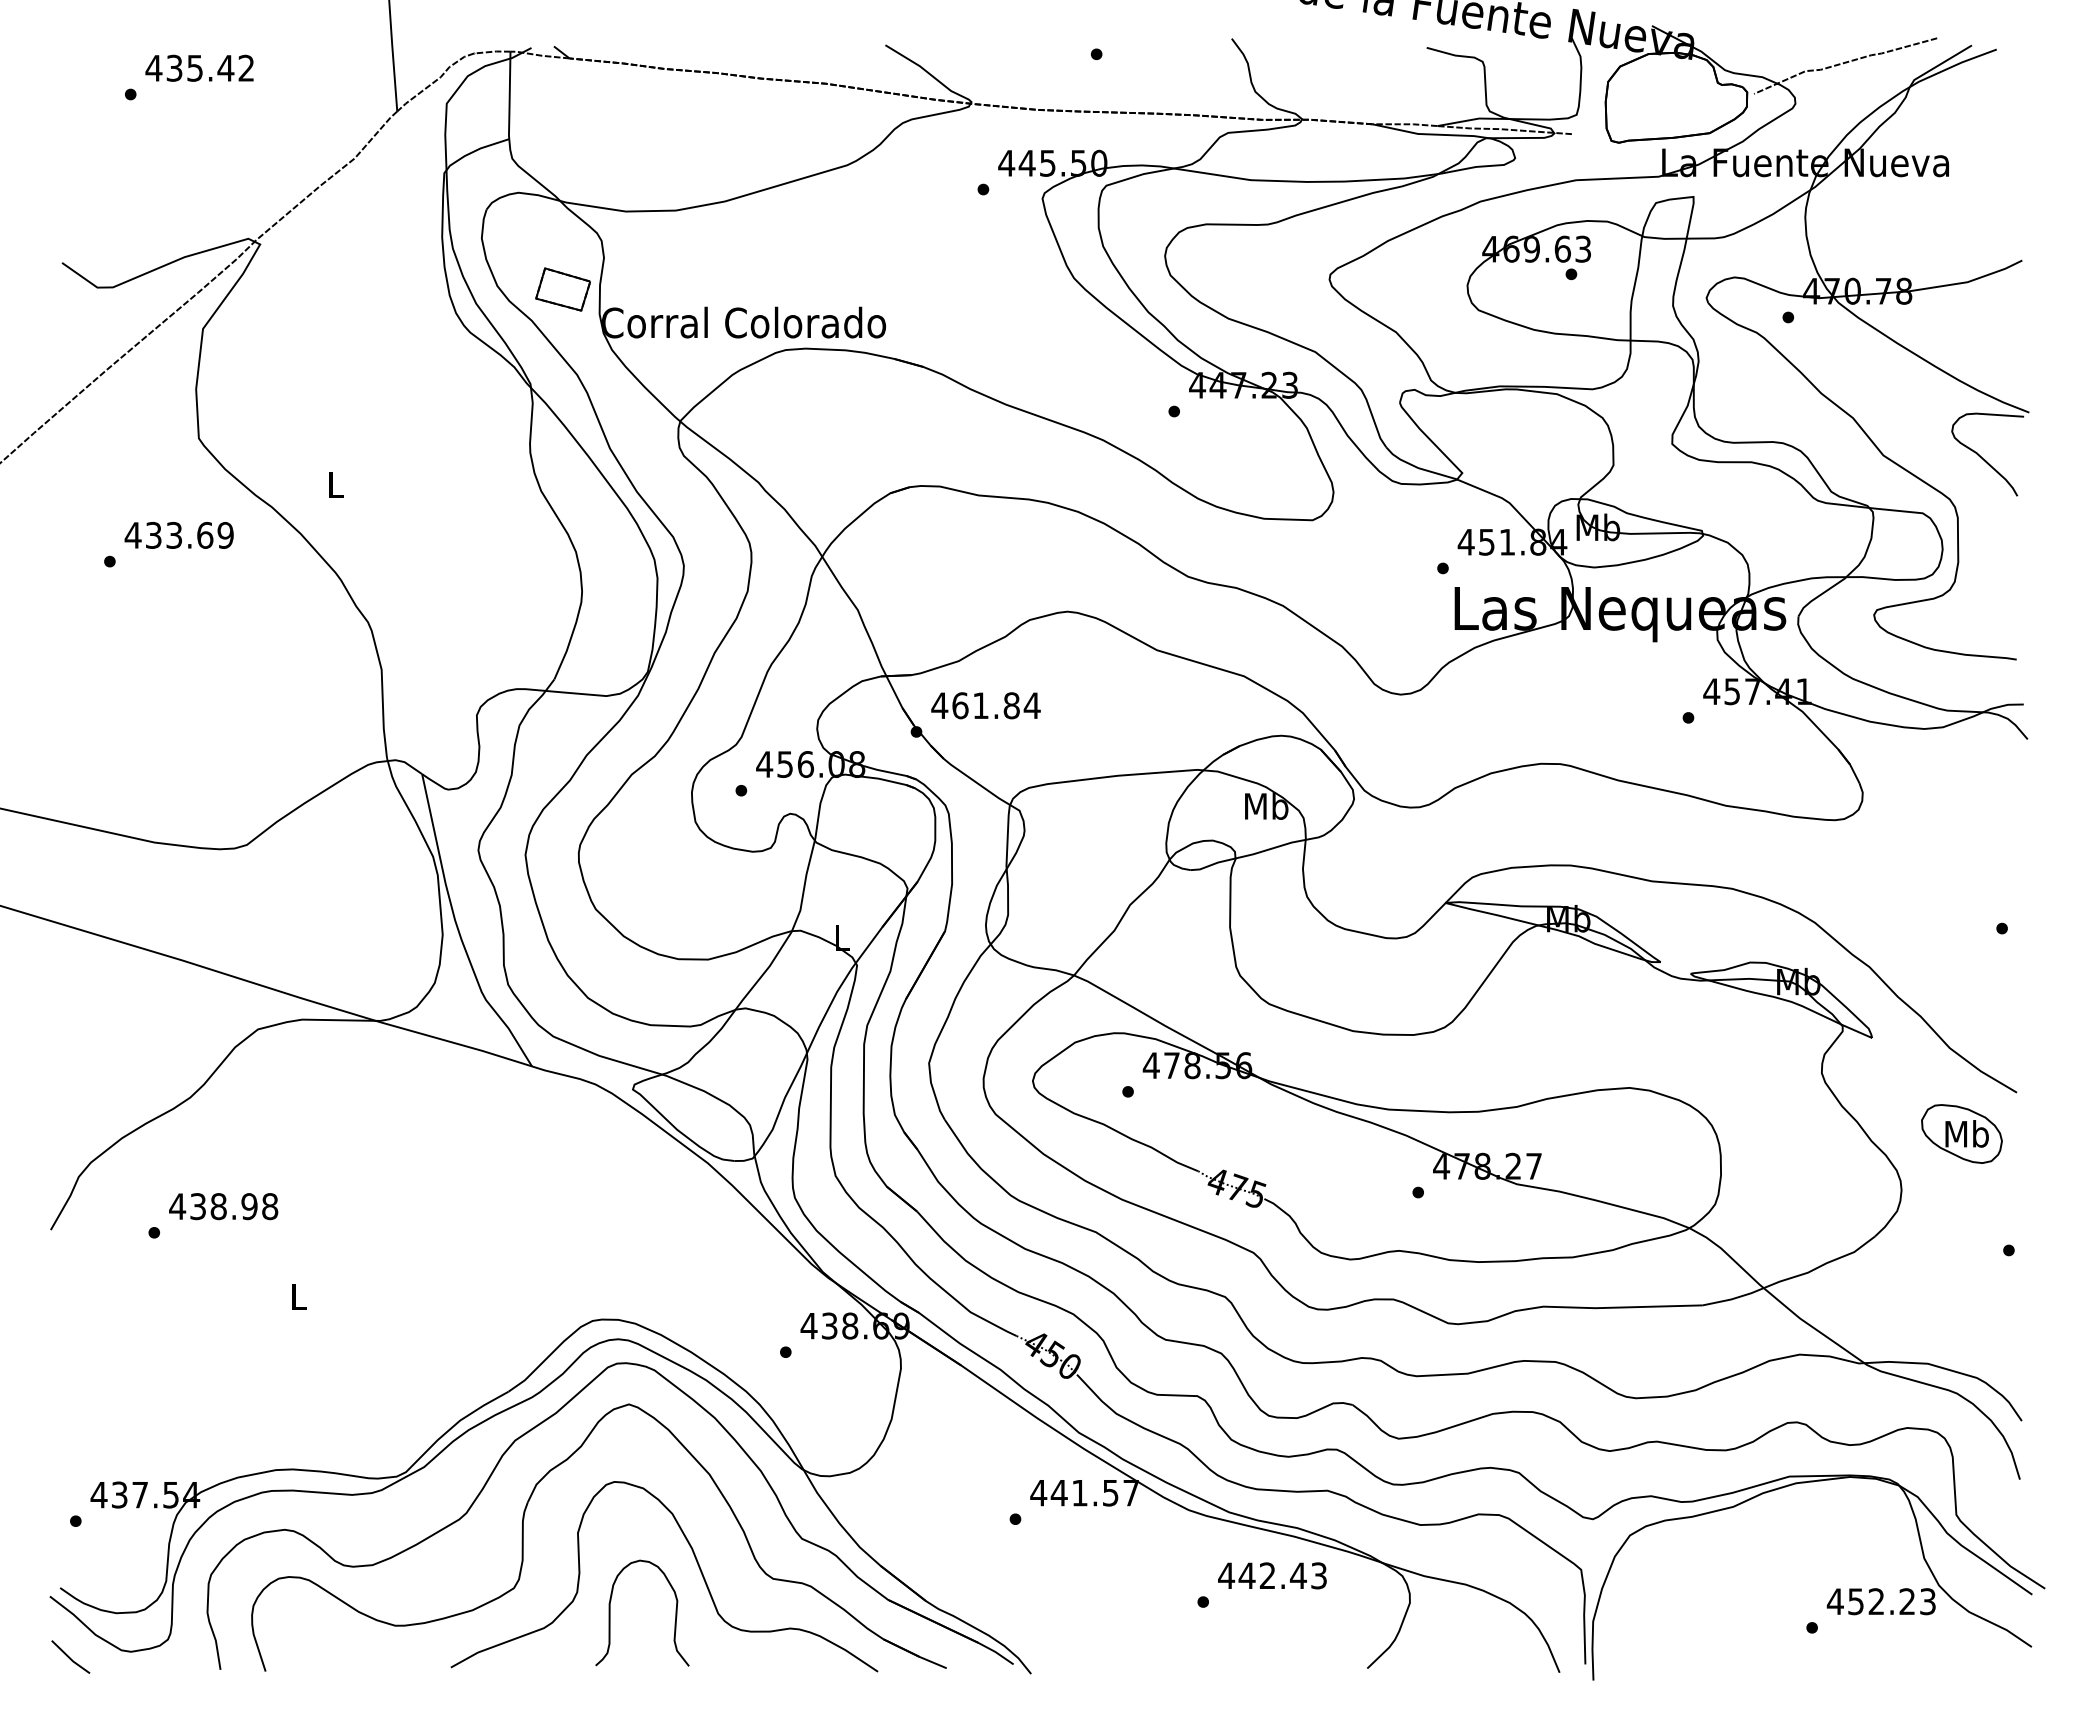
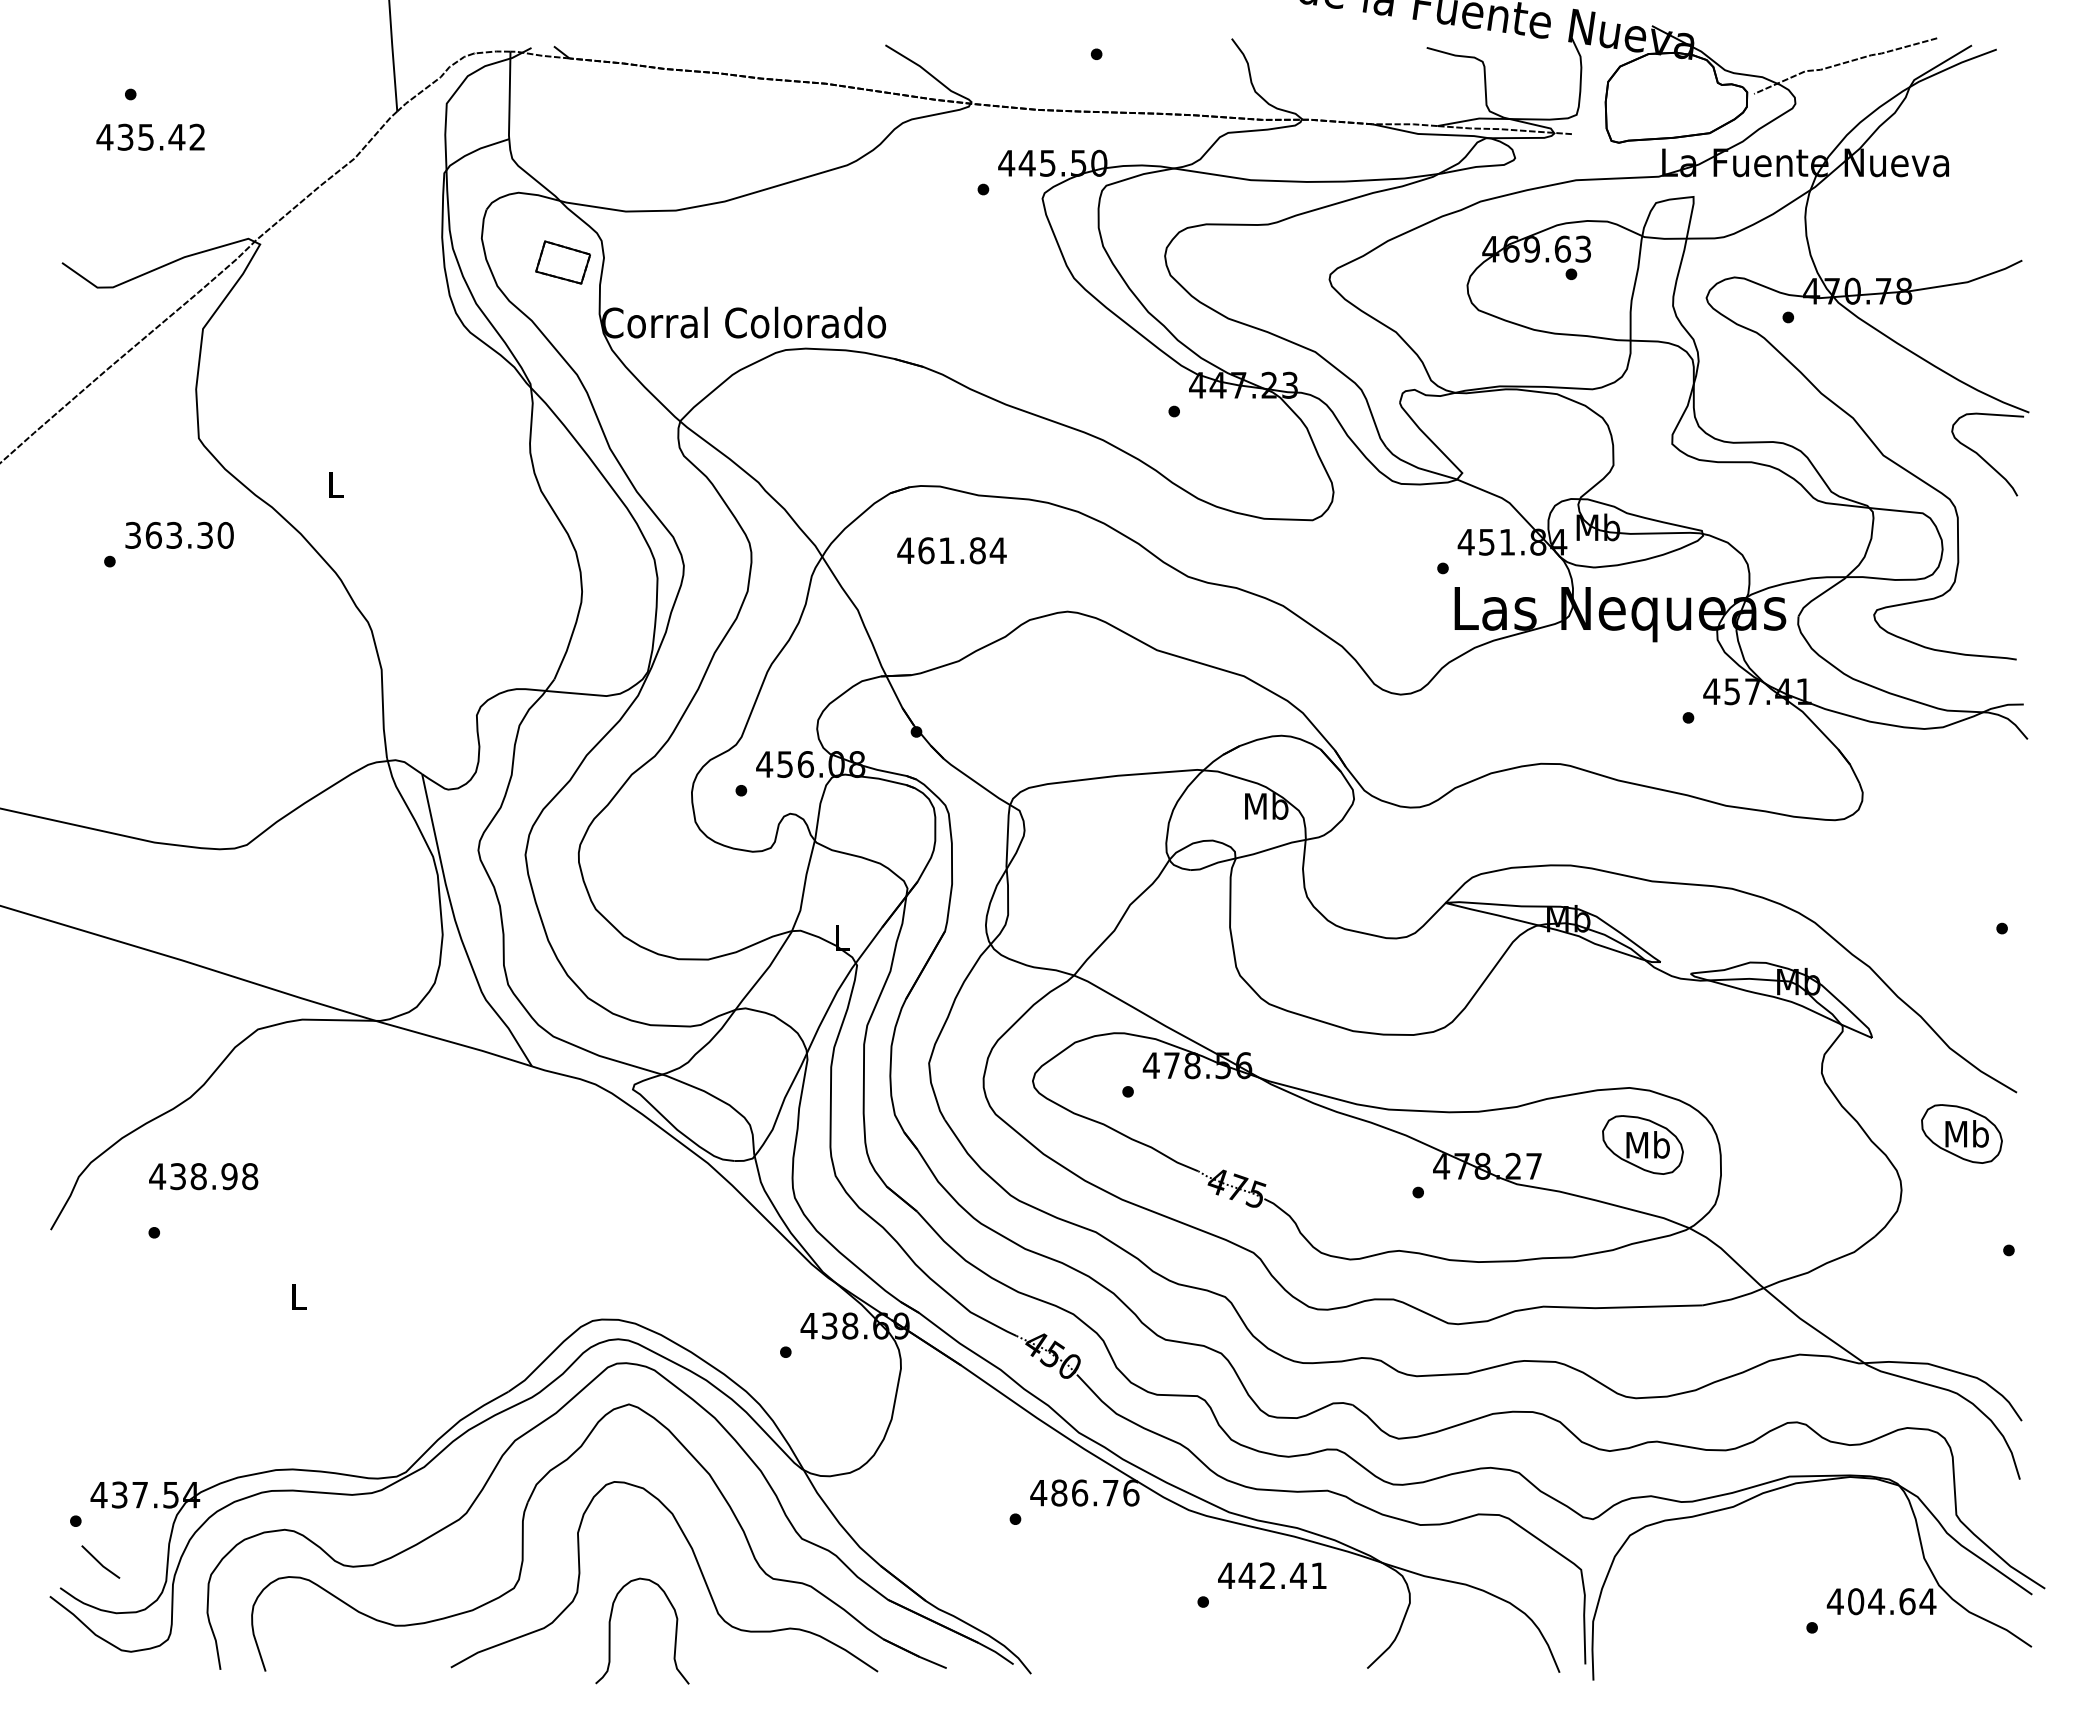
text at (199, 67) position: (199, 67) -> (150, 136)
part at (562, 289) position: (562, 289) -> (562, 262)
text at (178, 534): 433.69 -> 363.30
text at (985, 705) position: (985, 705) -> (951, 550)
part at (1642, 1144): none -> present
text at (223, 1206) position: (223, 1206) -> (203, 1176)
text at (1094, 1492): 441.57 -> 486.76
text at (1318, 1575): 442.43 -> 442.41
text at (1892, 1601): 452.23 -> 404.64
curve at (610, 1612) position: (610, 1612) -> (610, 1630)
line at (69, 1656) position: (69, 1656) -> (99, 1561)
